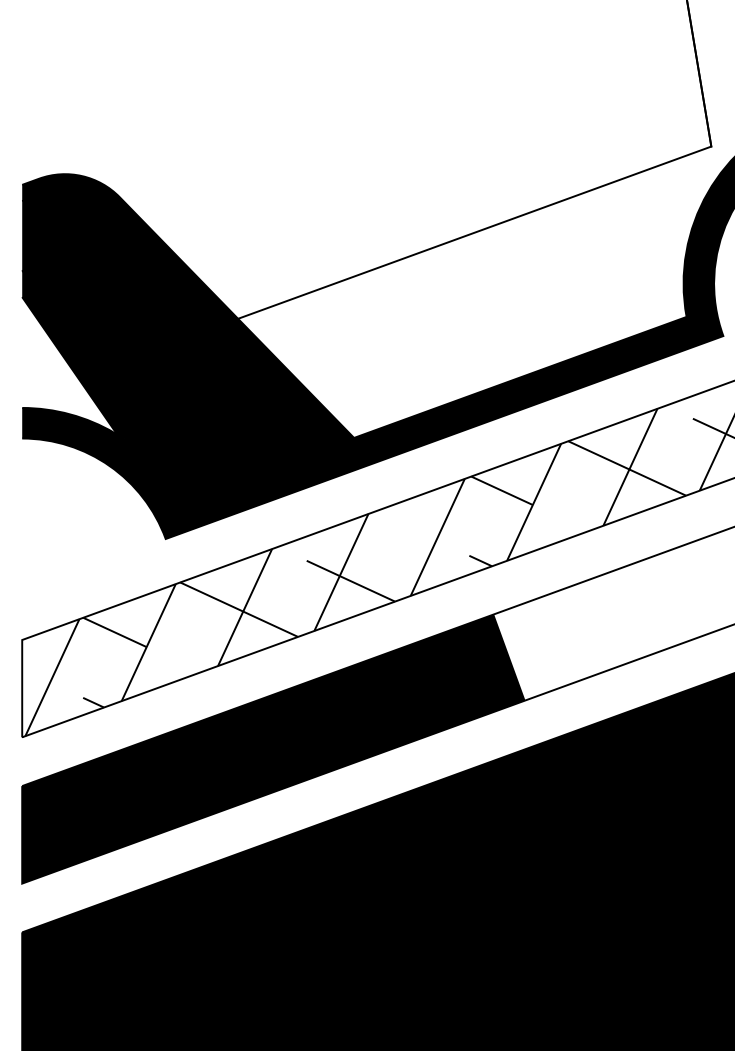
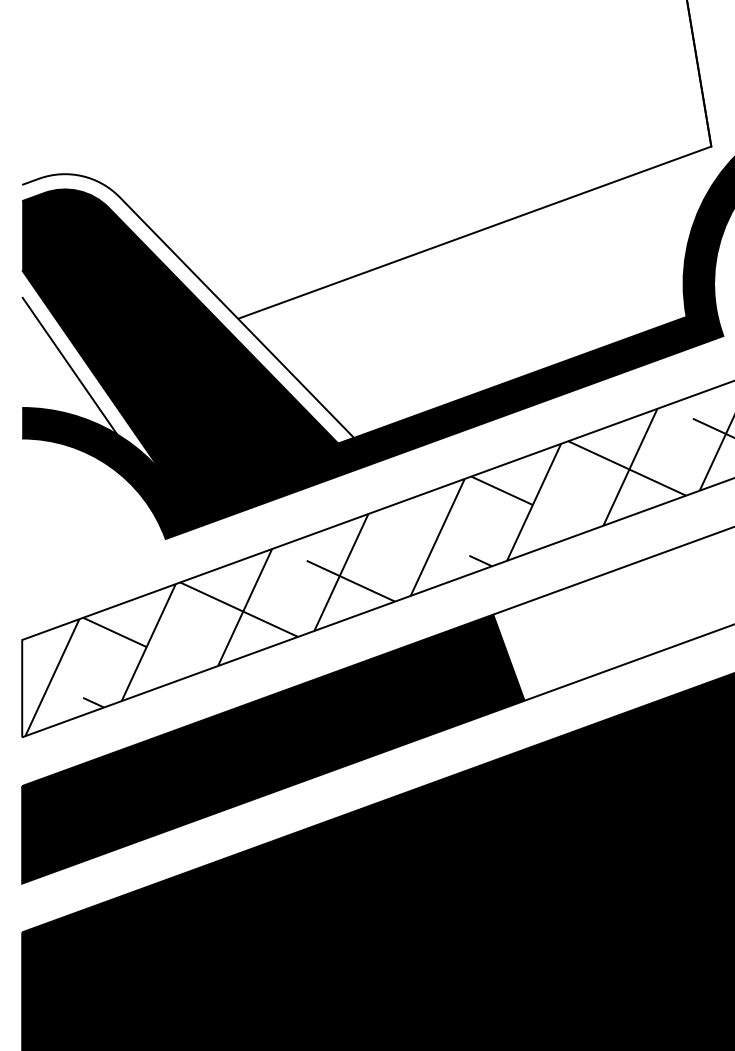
fill at (188, 308): present -> none
fill at (92, 372): present -> none
